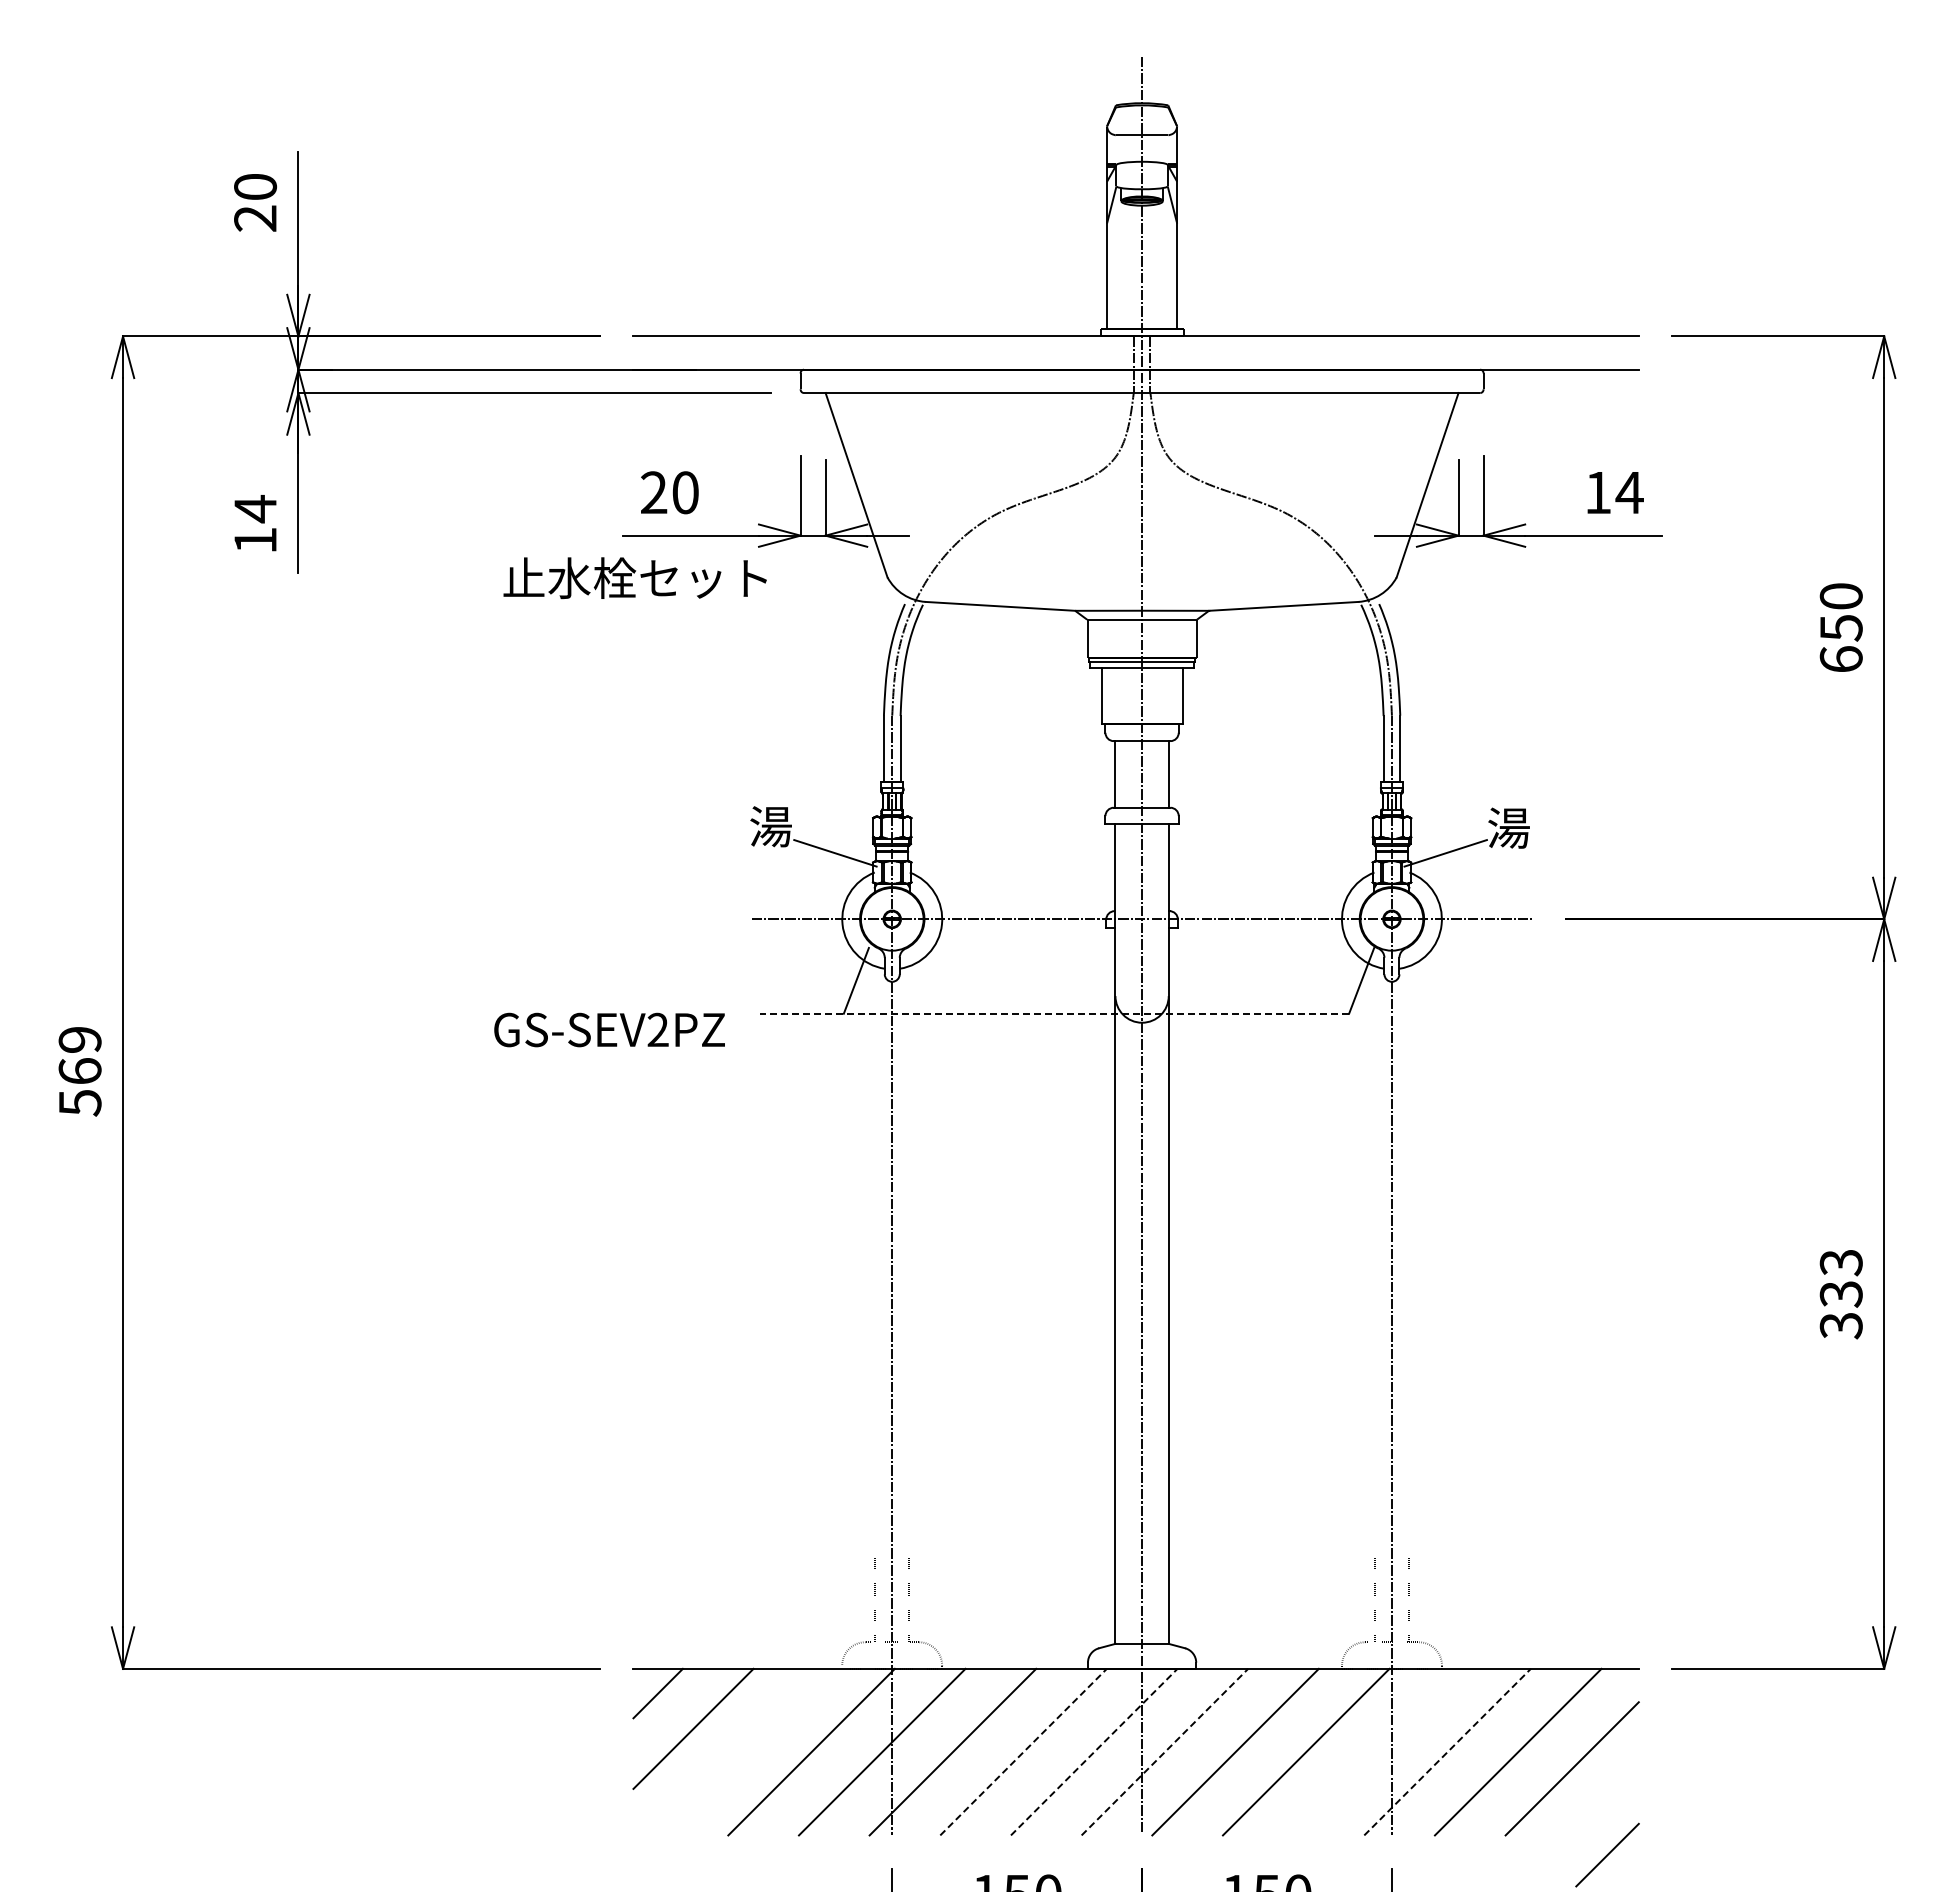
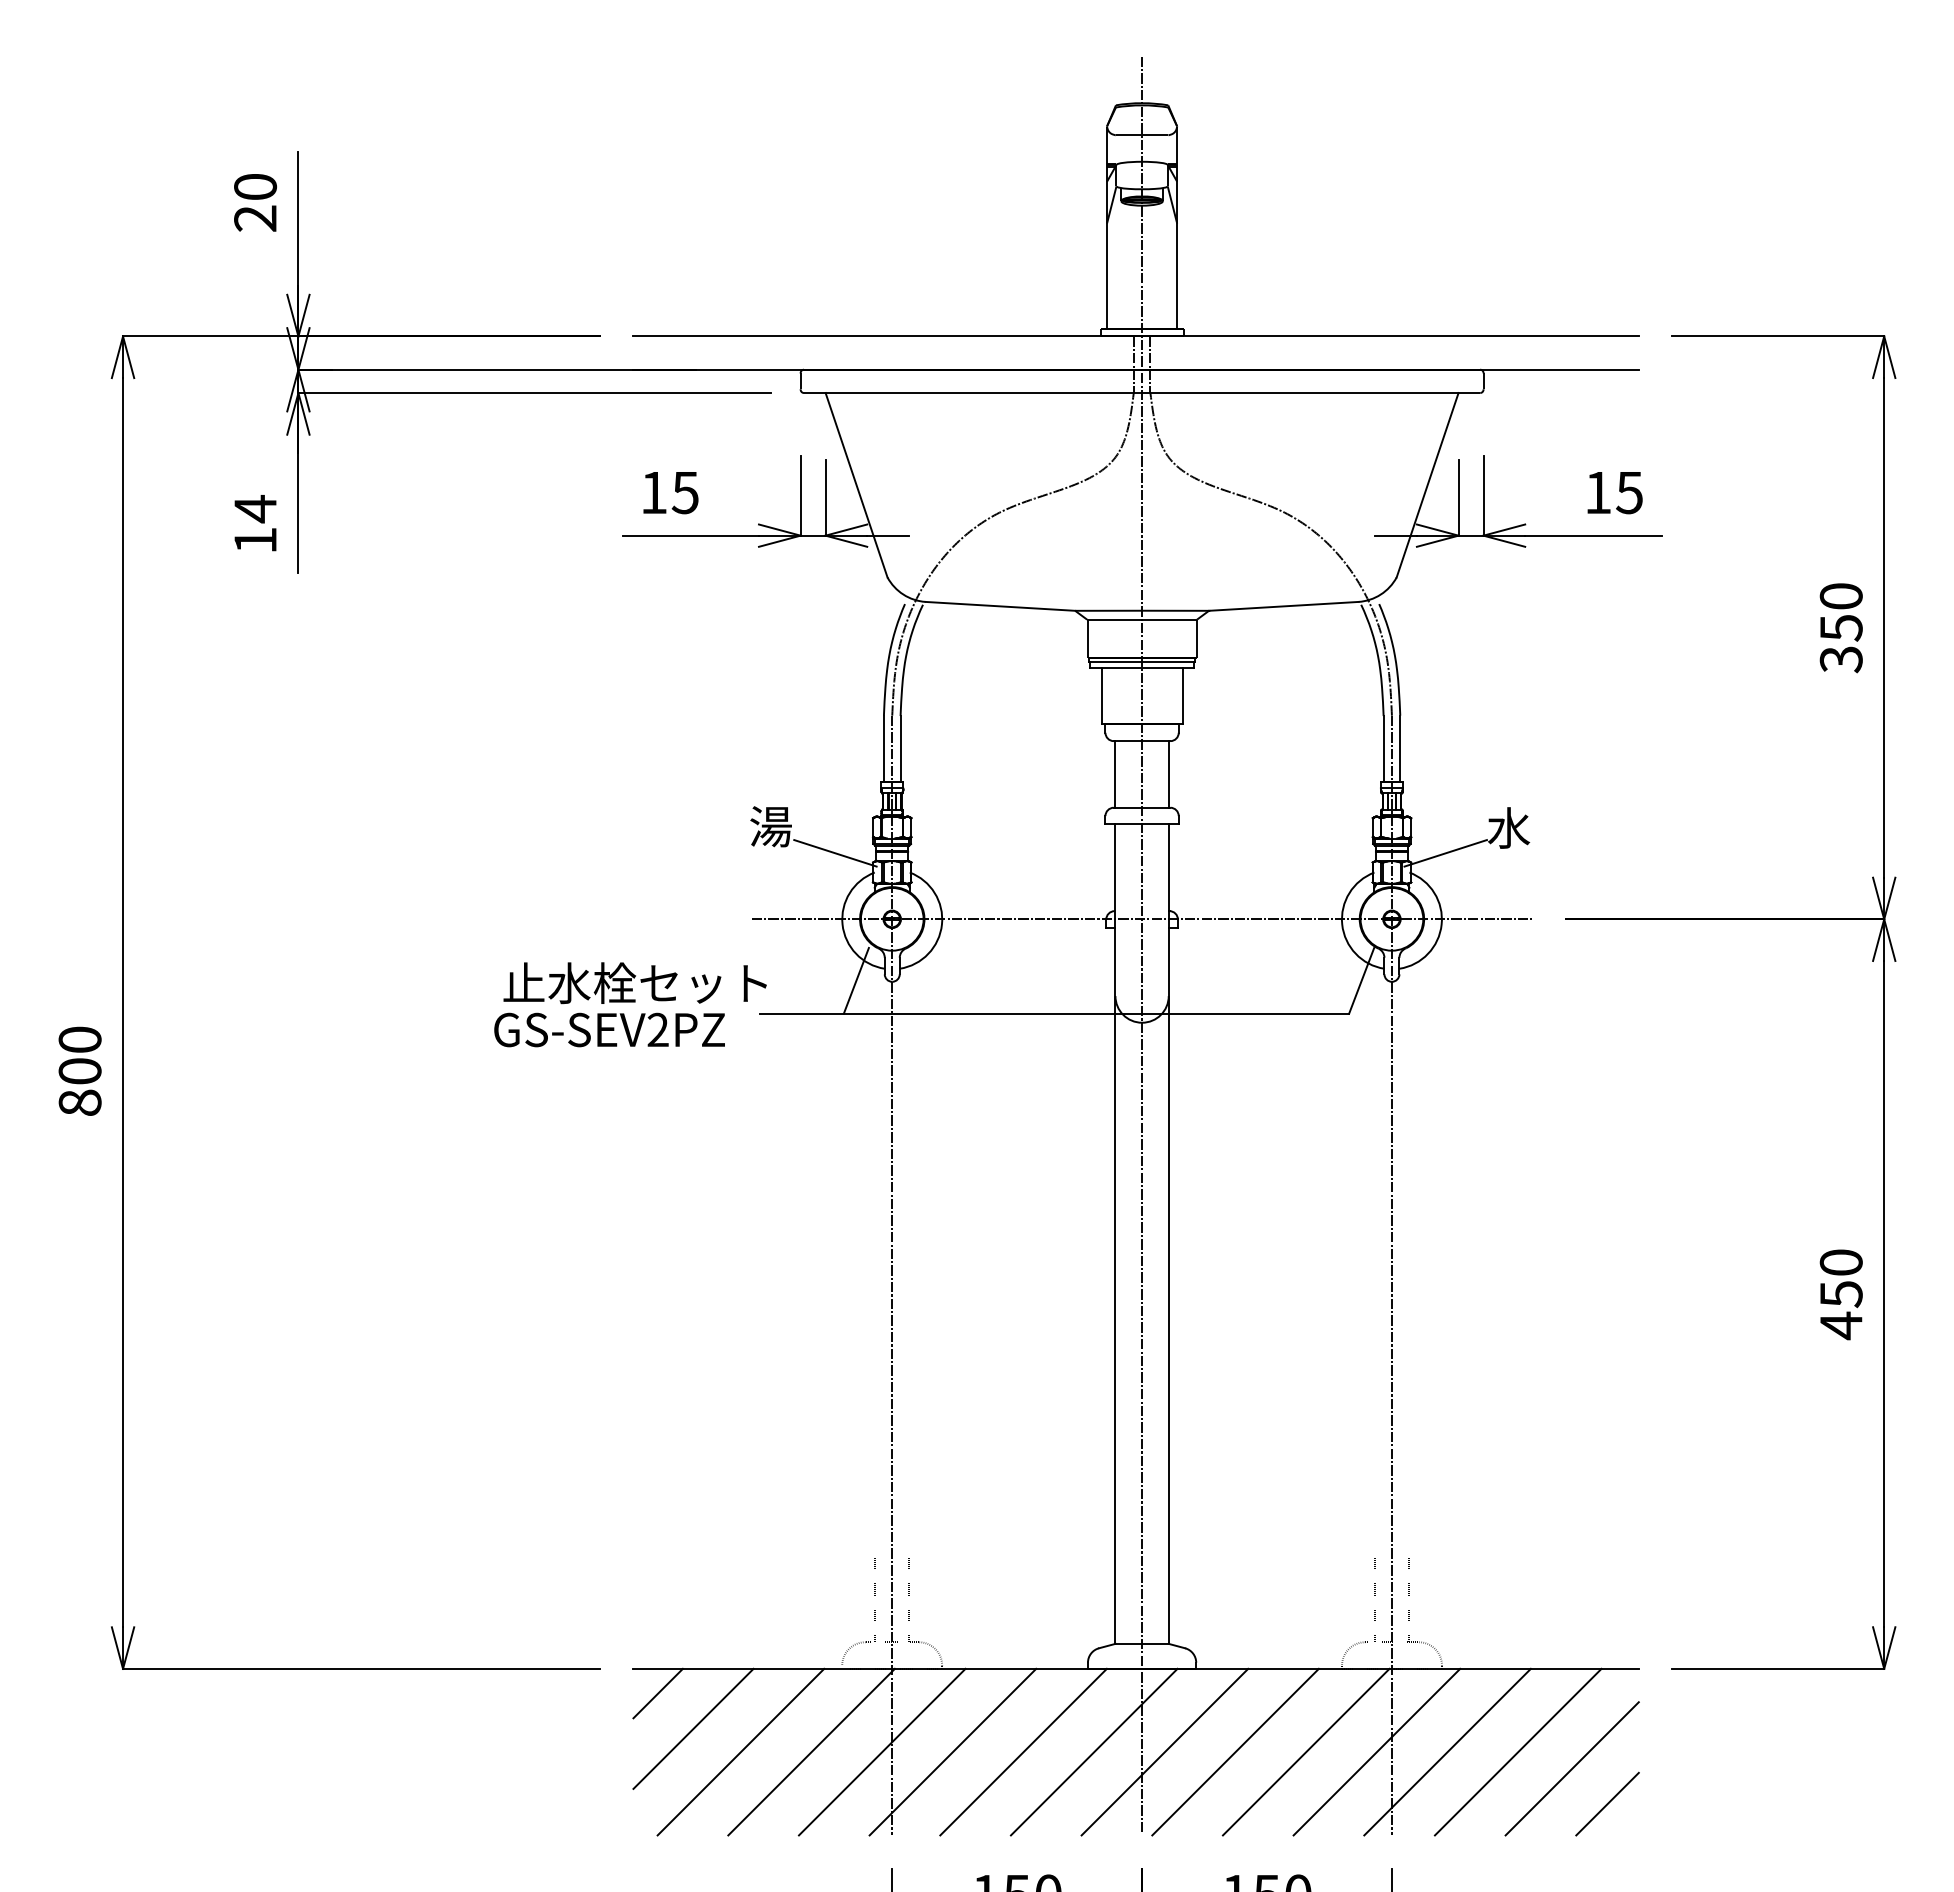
text at (669, 492): 20 -> 15
text at (1629, 493): 14 -> 15
text at (634, 578) position: (634, 578) -> (634, 983)
text at (1840, 659): 650 -> 350
text at (1508, 827): 湯 -> 水
line at (1054, 1013): dashed -> solid
text at (79, 1071): 569 -> 800
text at (1840, 1294): 333 -> 450
line at (740, 1751): none -> present
line at (1376, 1751): none -> present
line at (1023, 1752): dashed -> solid
line at (1094, 1752): dashed -> solid
line at (1164, 1752): dashed -> solid
line at (1447, 1752): dashed -> solid
line at (1607, 1854) position: (1607, 1854) -> (1607, 1803)
